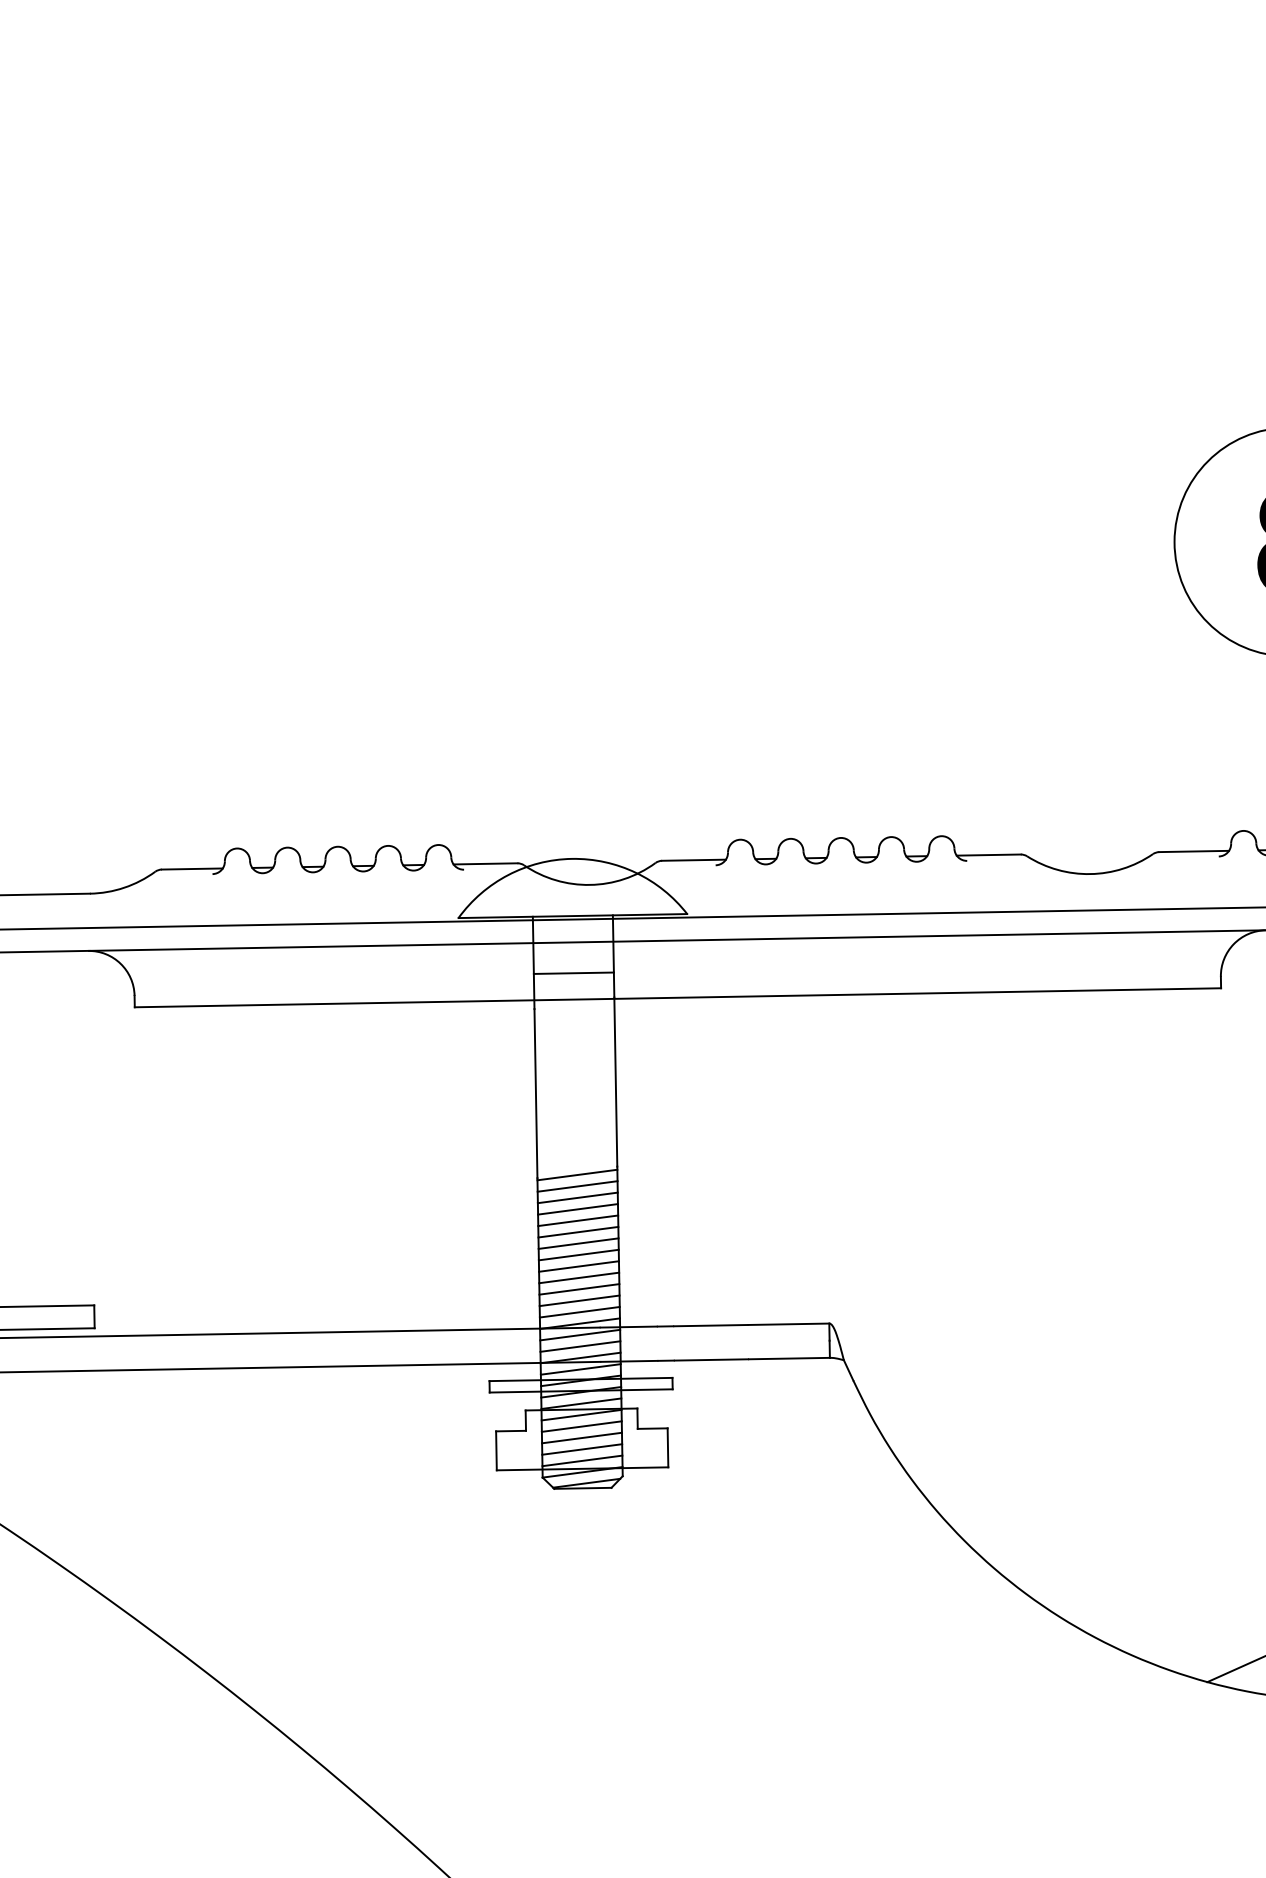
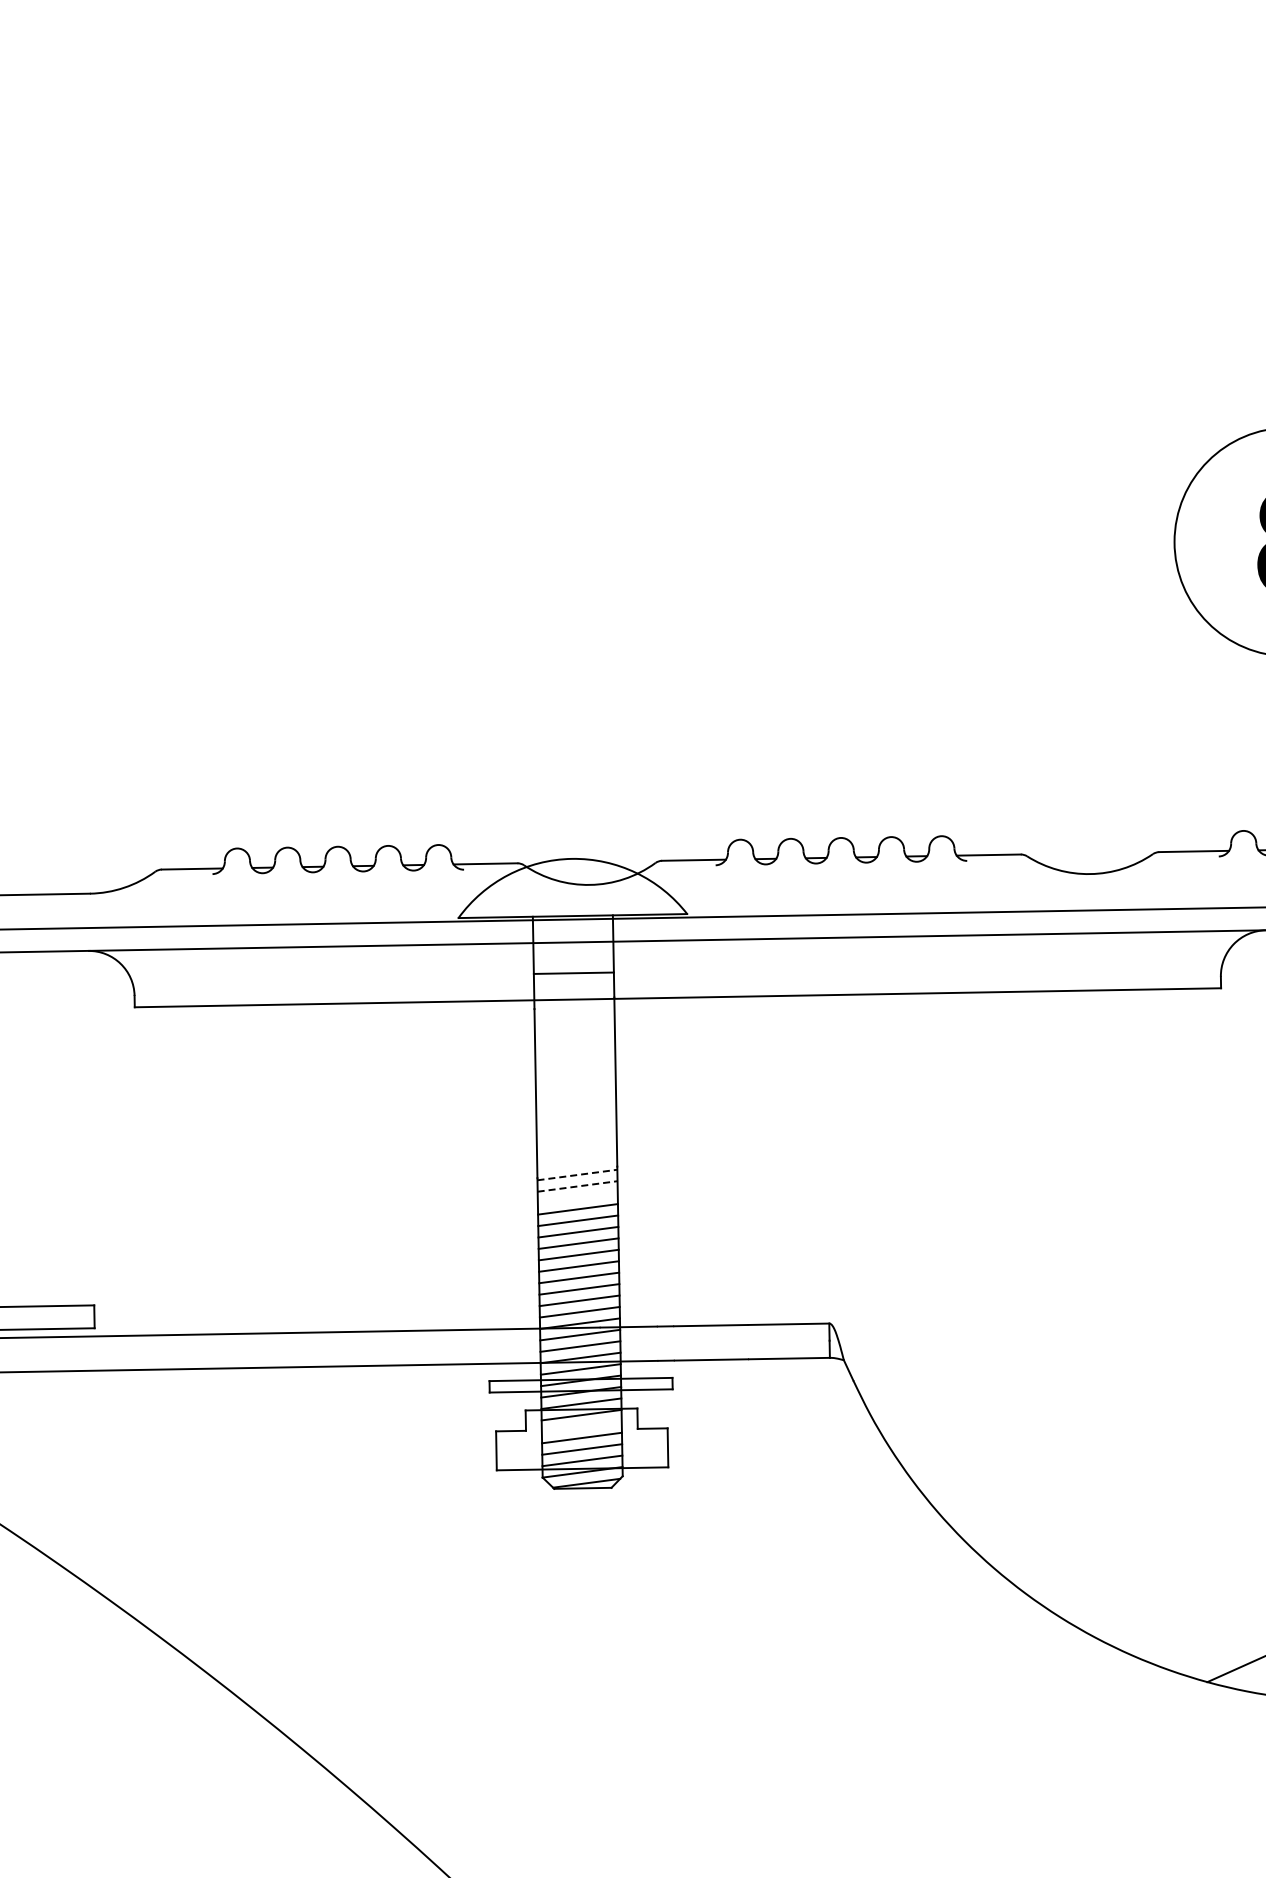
line at (577, 1174): solid -> dashed
line at (578, 1186): solid -> dashed
line at (577, 1197): present -> none
line at (581, 1426): present -> none
